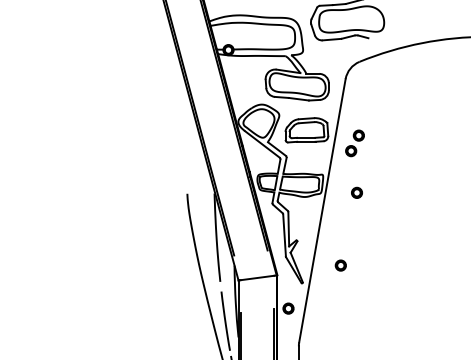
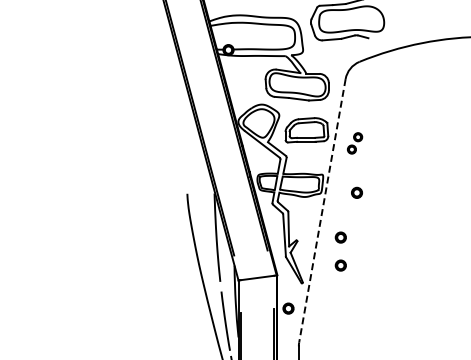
part at (354, 143) size: 20x29 px -> 18x23 px
line at (322, 210): solid -> dashed
part at (340, 237): none -> present
